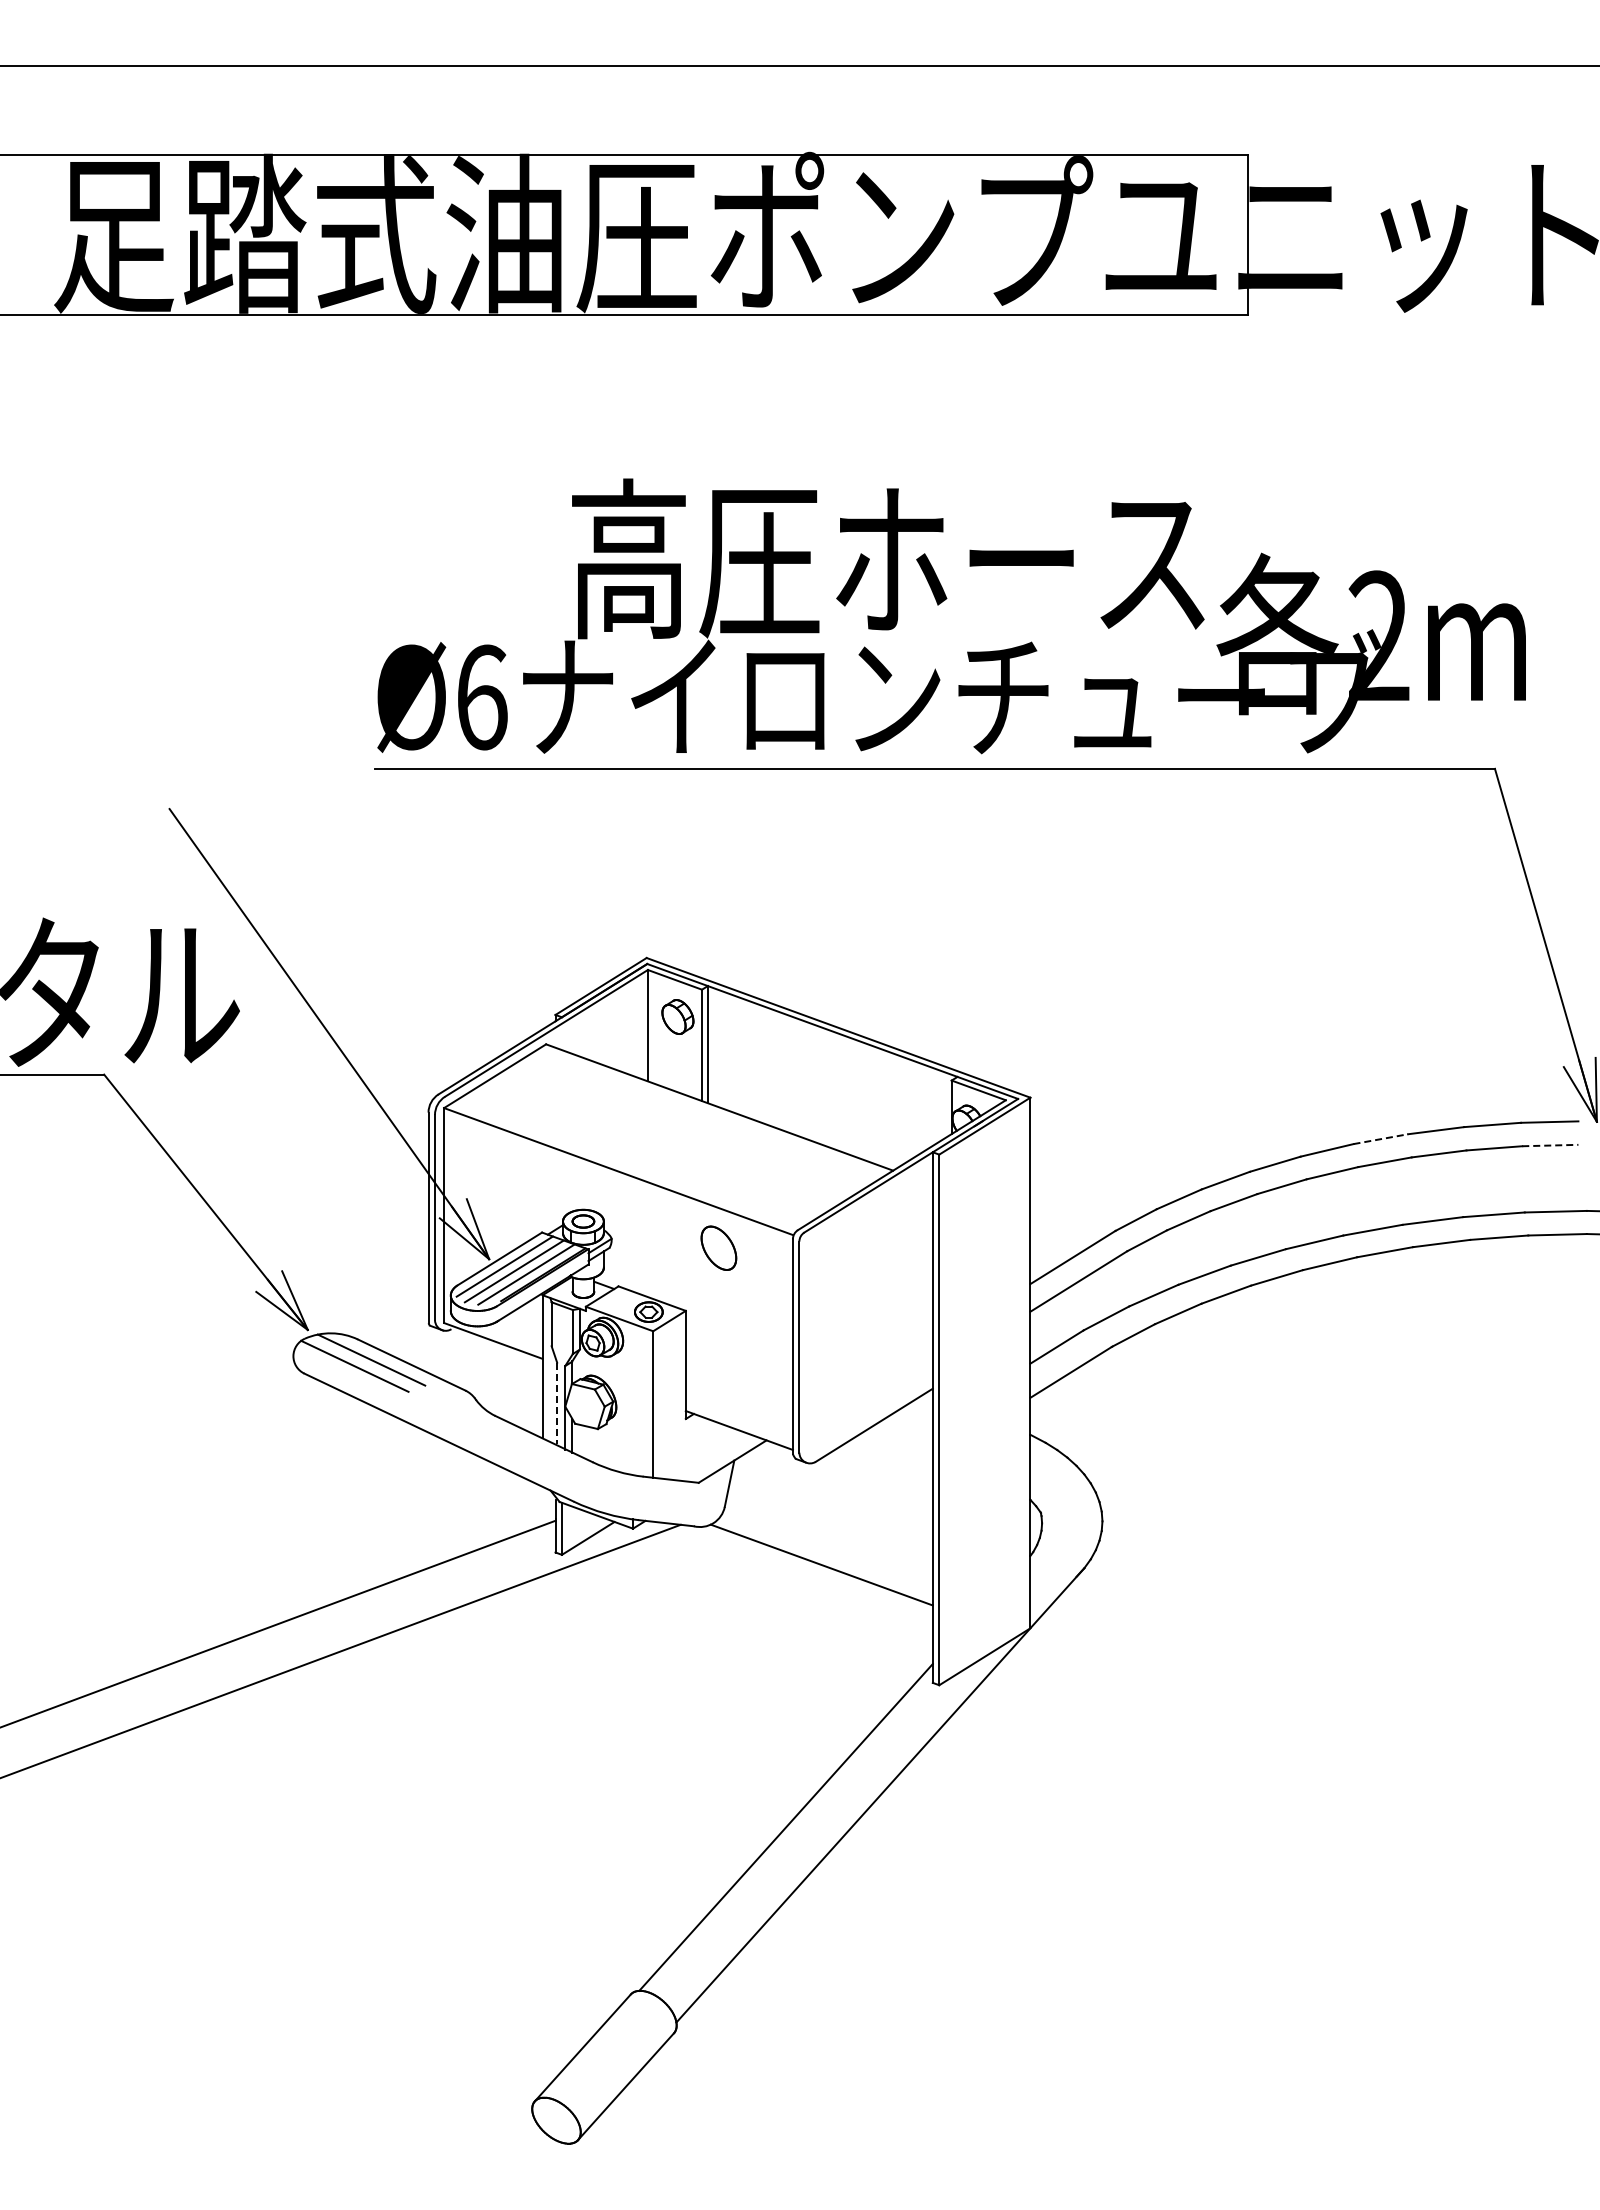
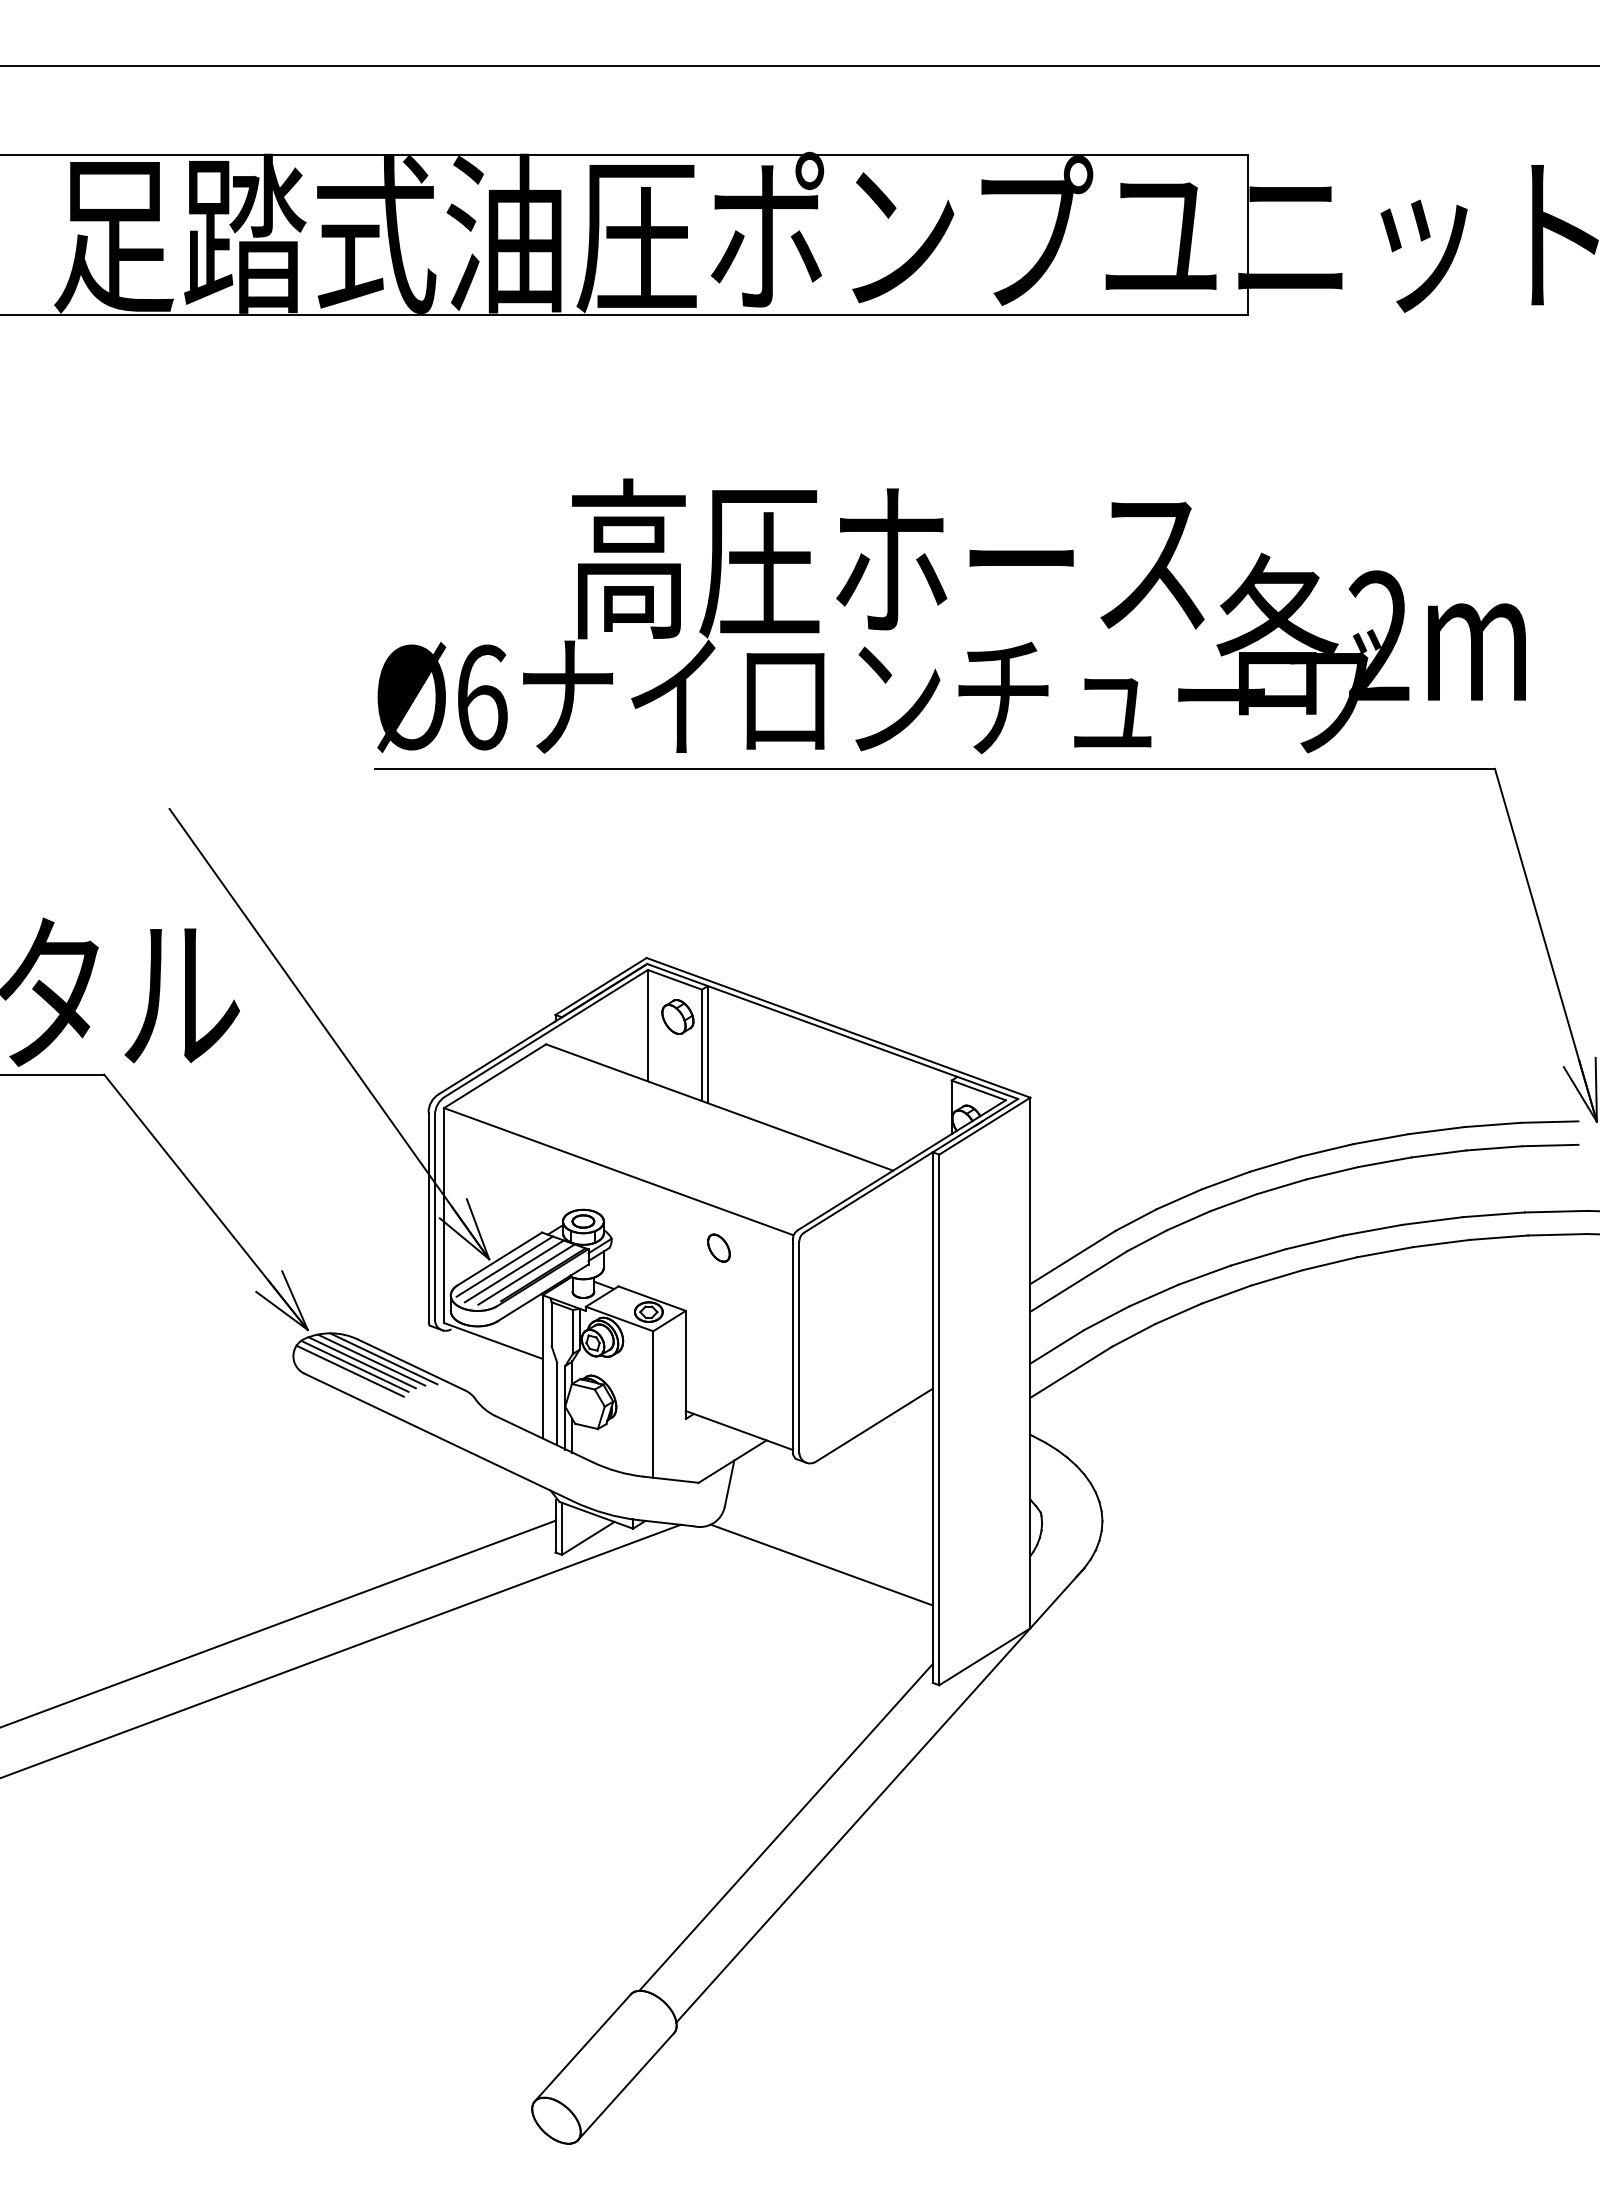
line at (1380, 1139): dashed -> solid
line at (1550, 1145): dashed -> solid
part at (718, 1247) size: 38x46 px -> 24x30 px
line at (383, 1358): none -> present
line at (361, 1362): none -> present
line at (349, 1370): none -> present
line at (557, 1403): dashed -> solid
